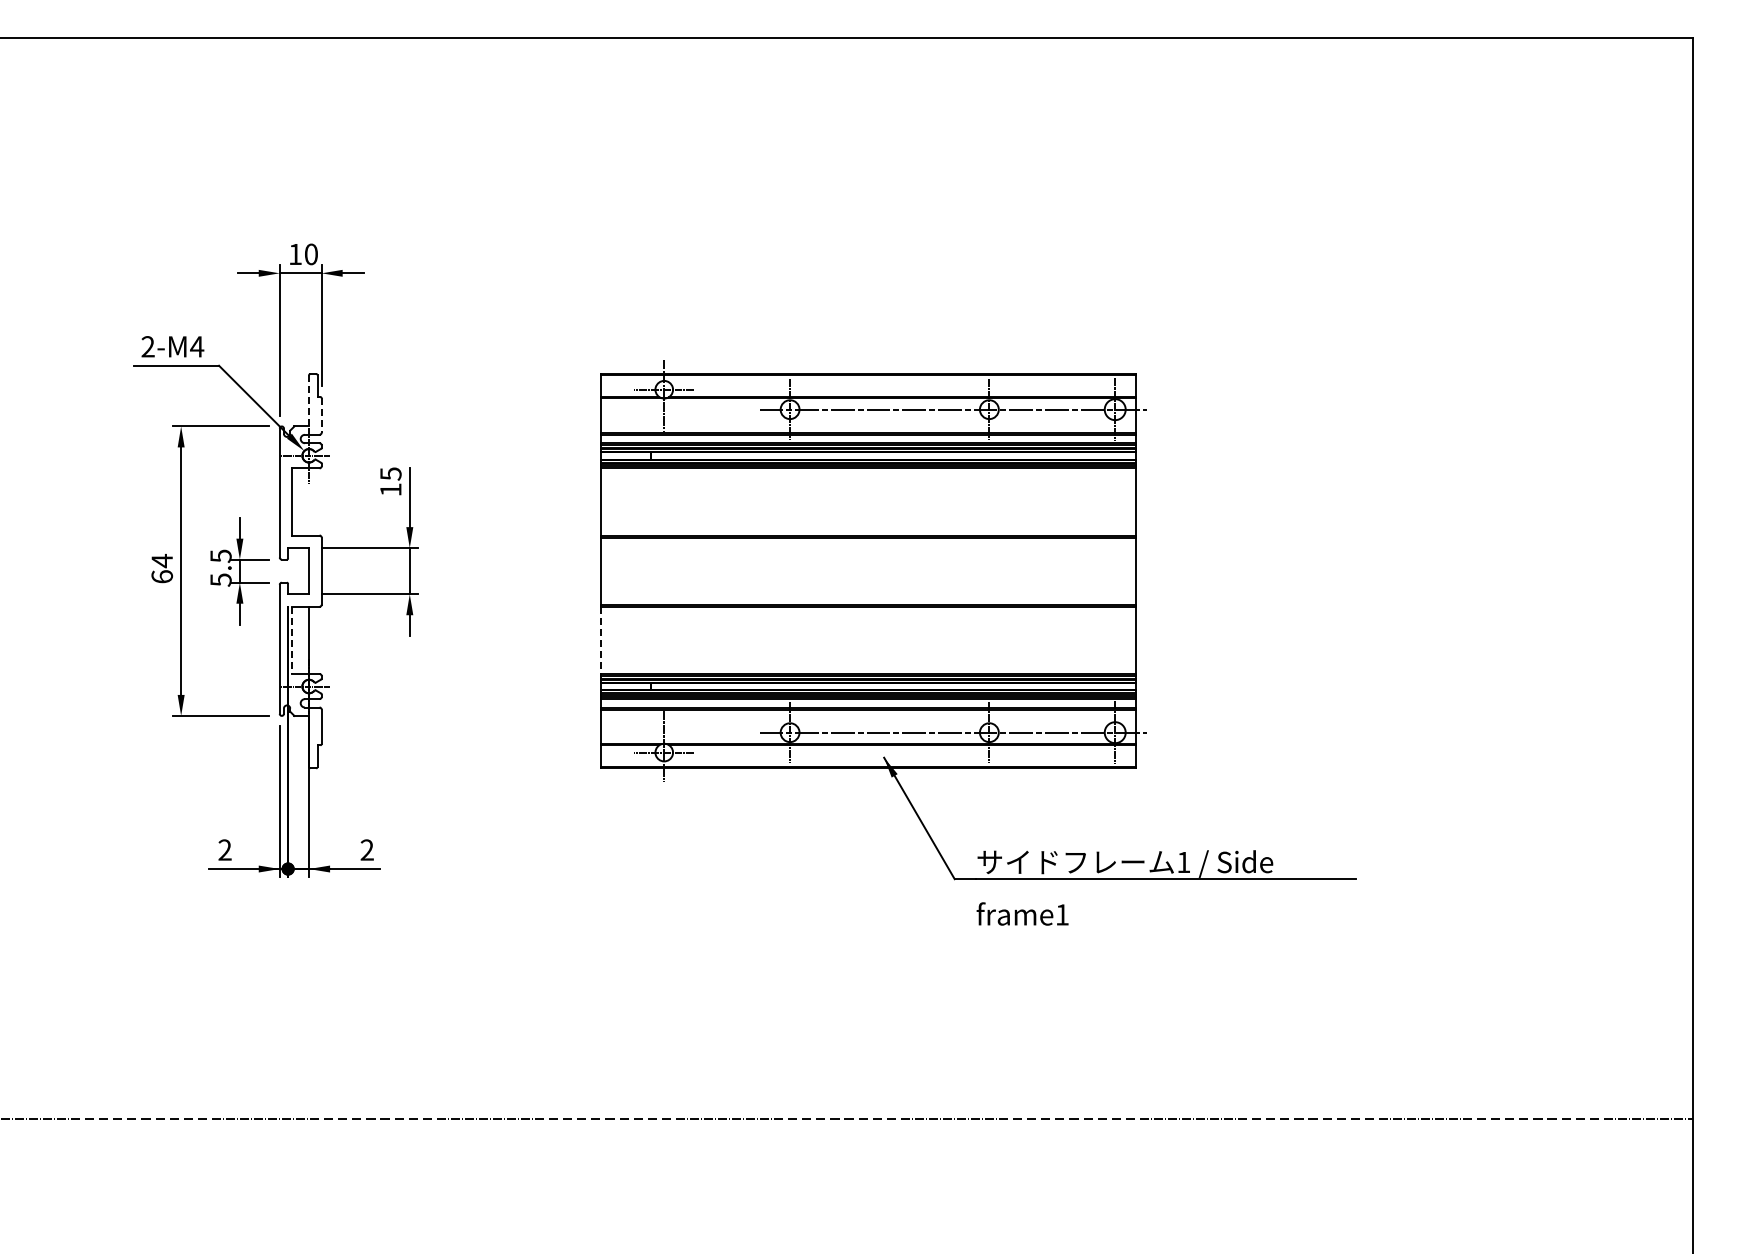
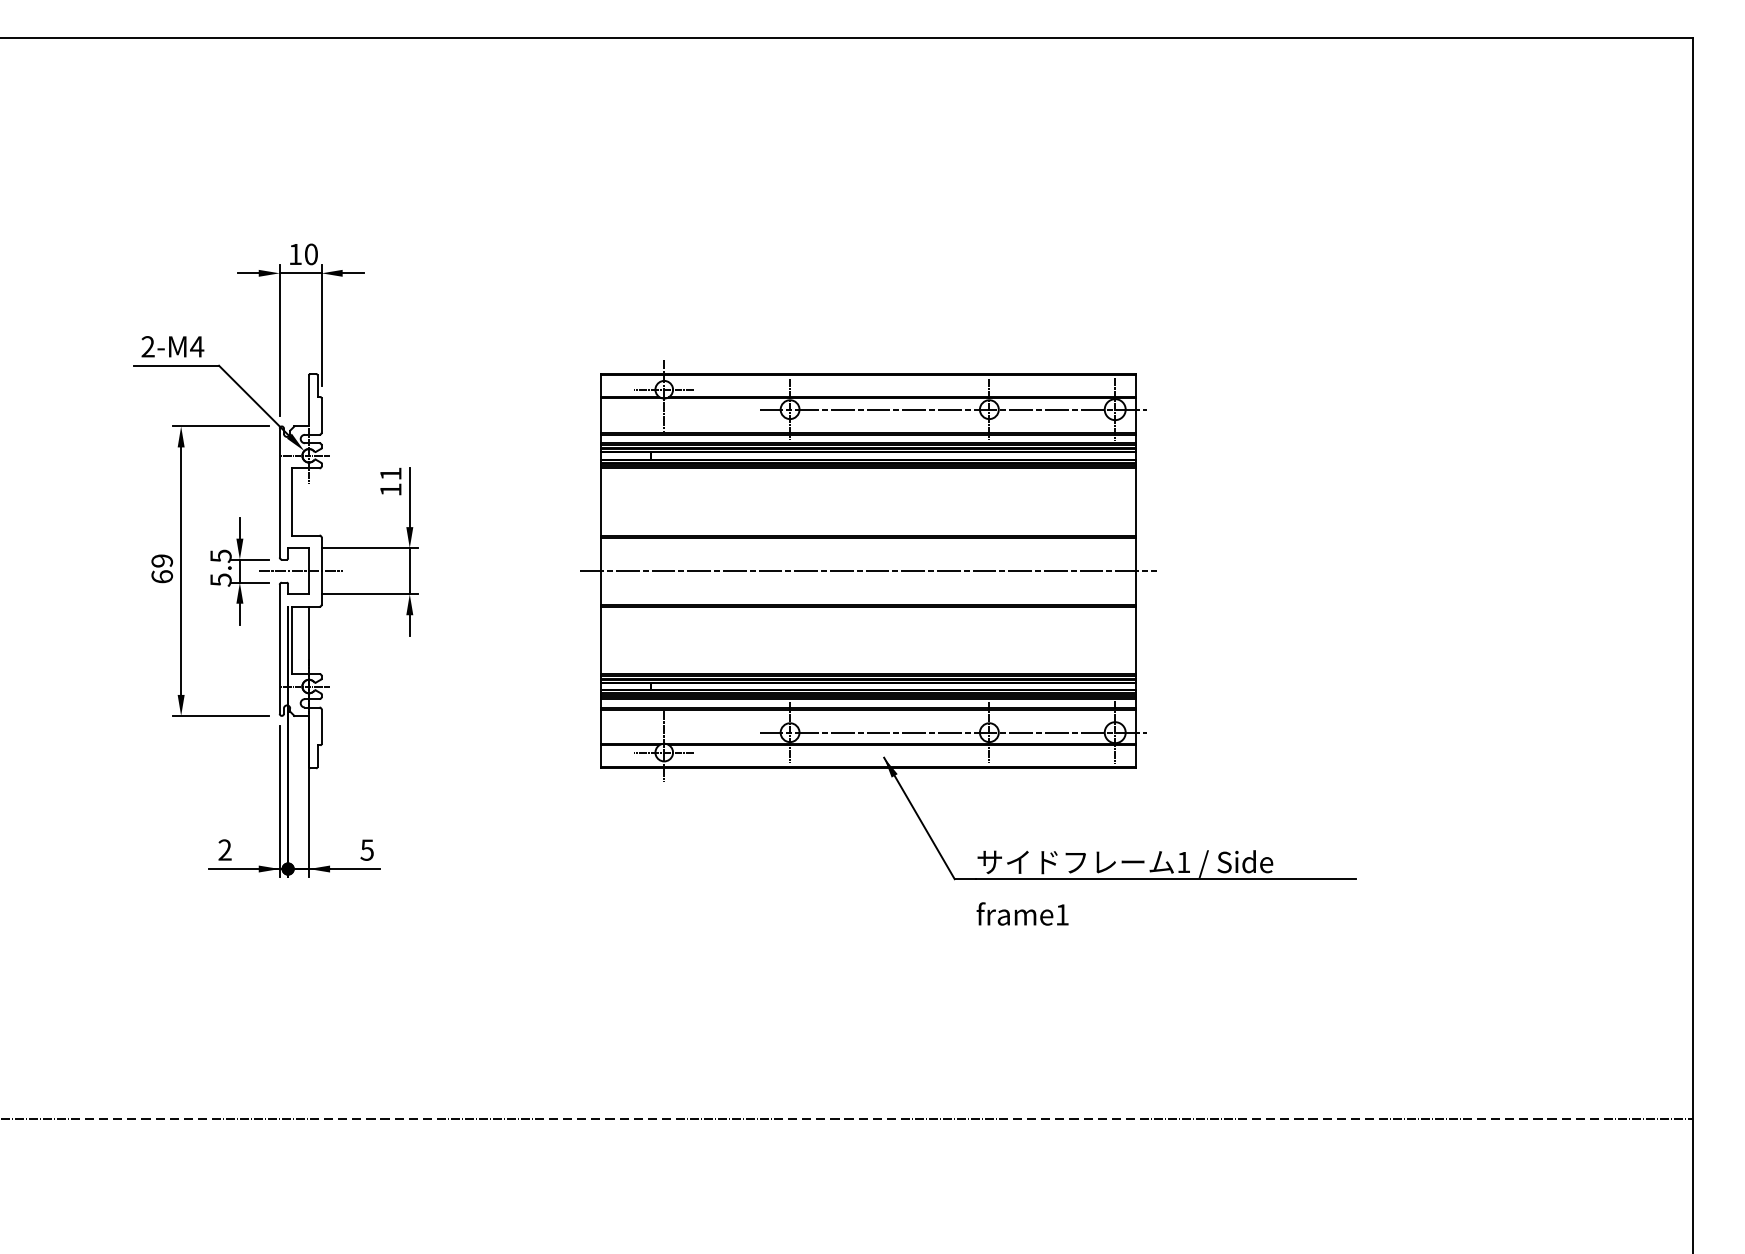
line at (309, 400): dashed -> solid
line at (321, 416): dashed -> solid
text at (390, 473): 15 -> 11
text at (162, 560): 64 -> 69
line at (300, 571): none -> present
line at (868, 571): none -> present
line at (292, 640): dashed -> solid
line at (601, 640): dashed -> solid
text at (366, 849): 2 -> 5
